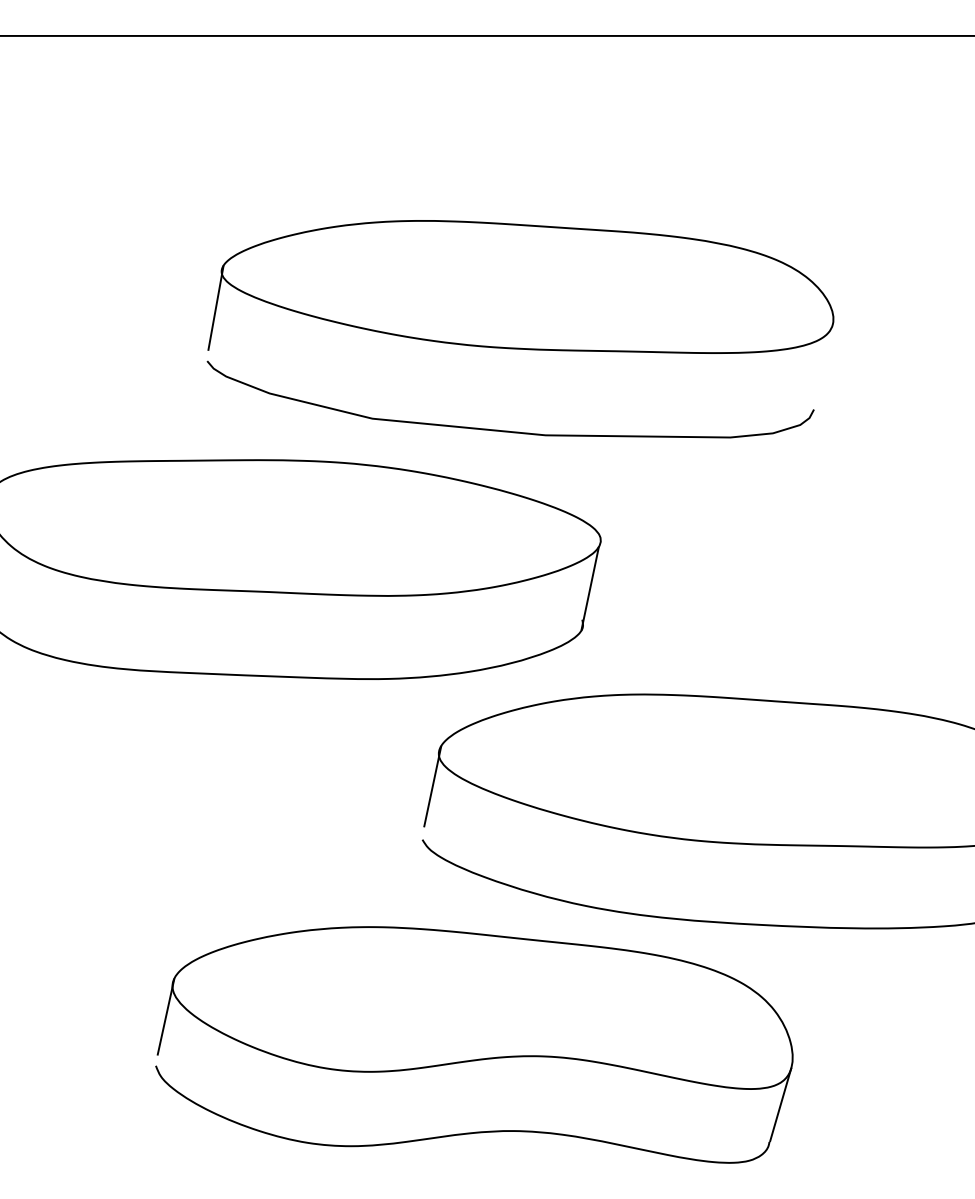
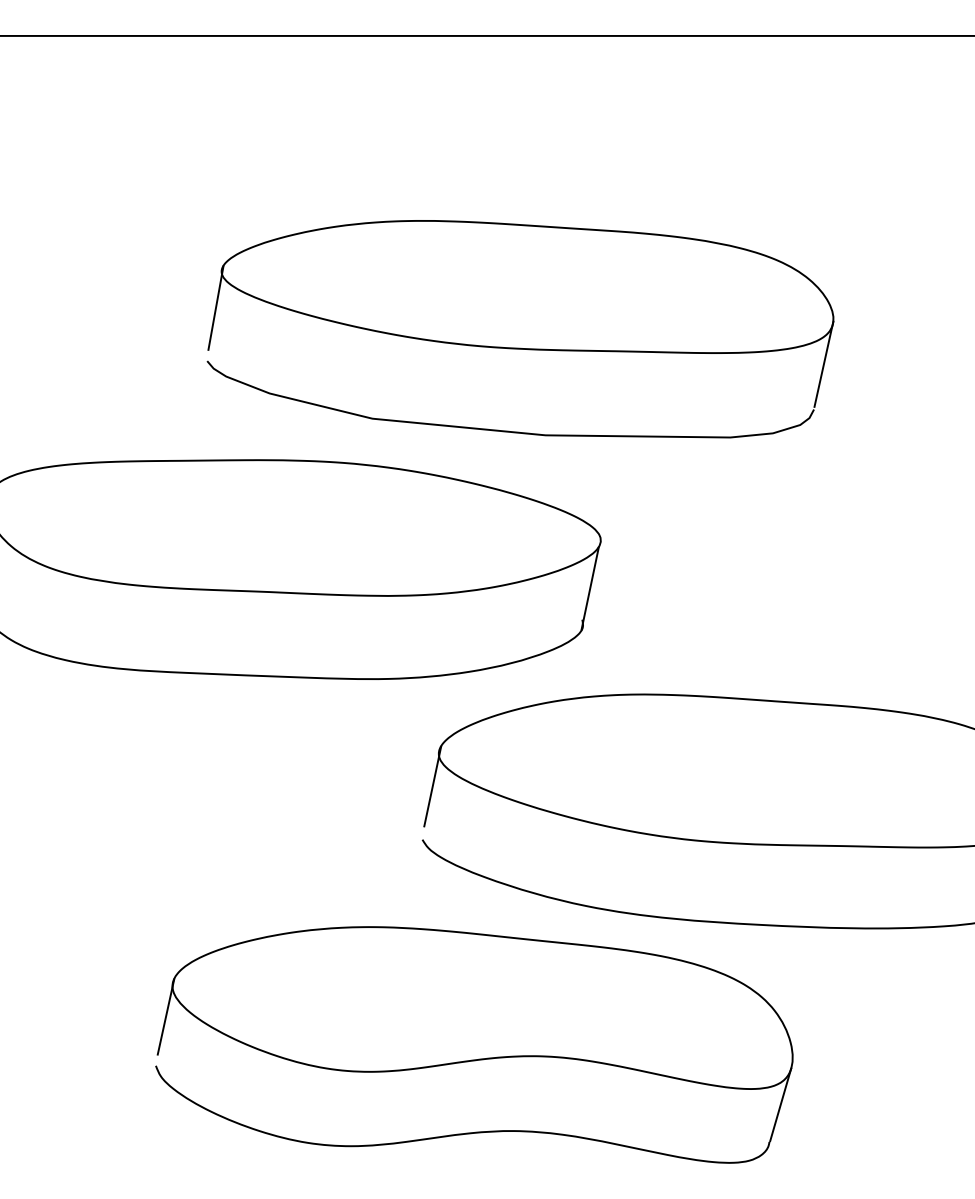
line at (823, 363): none -> present
